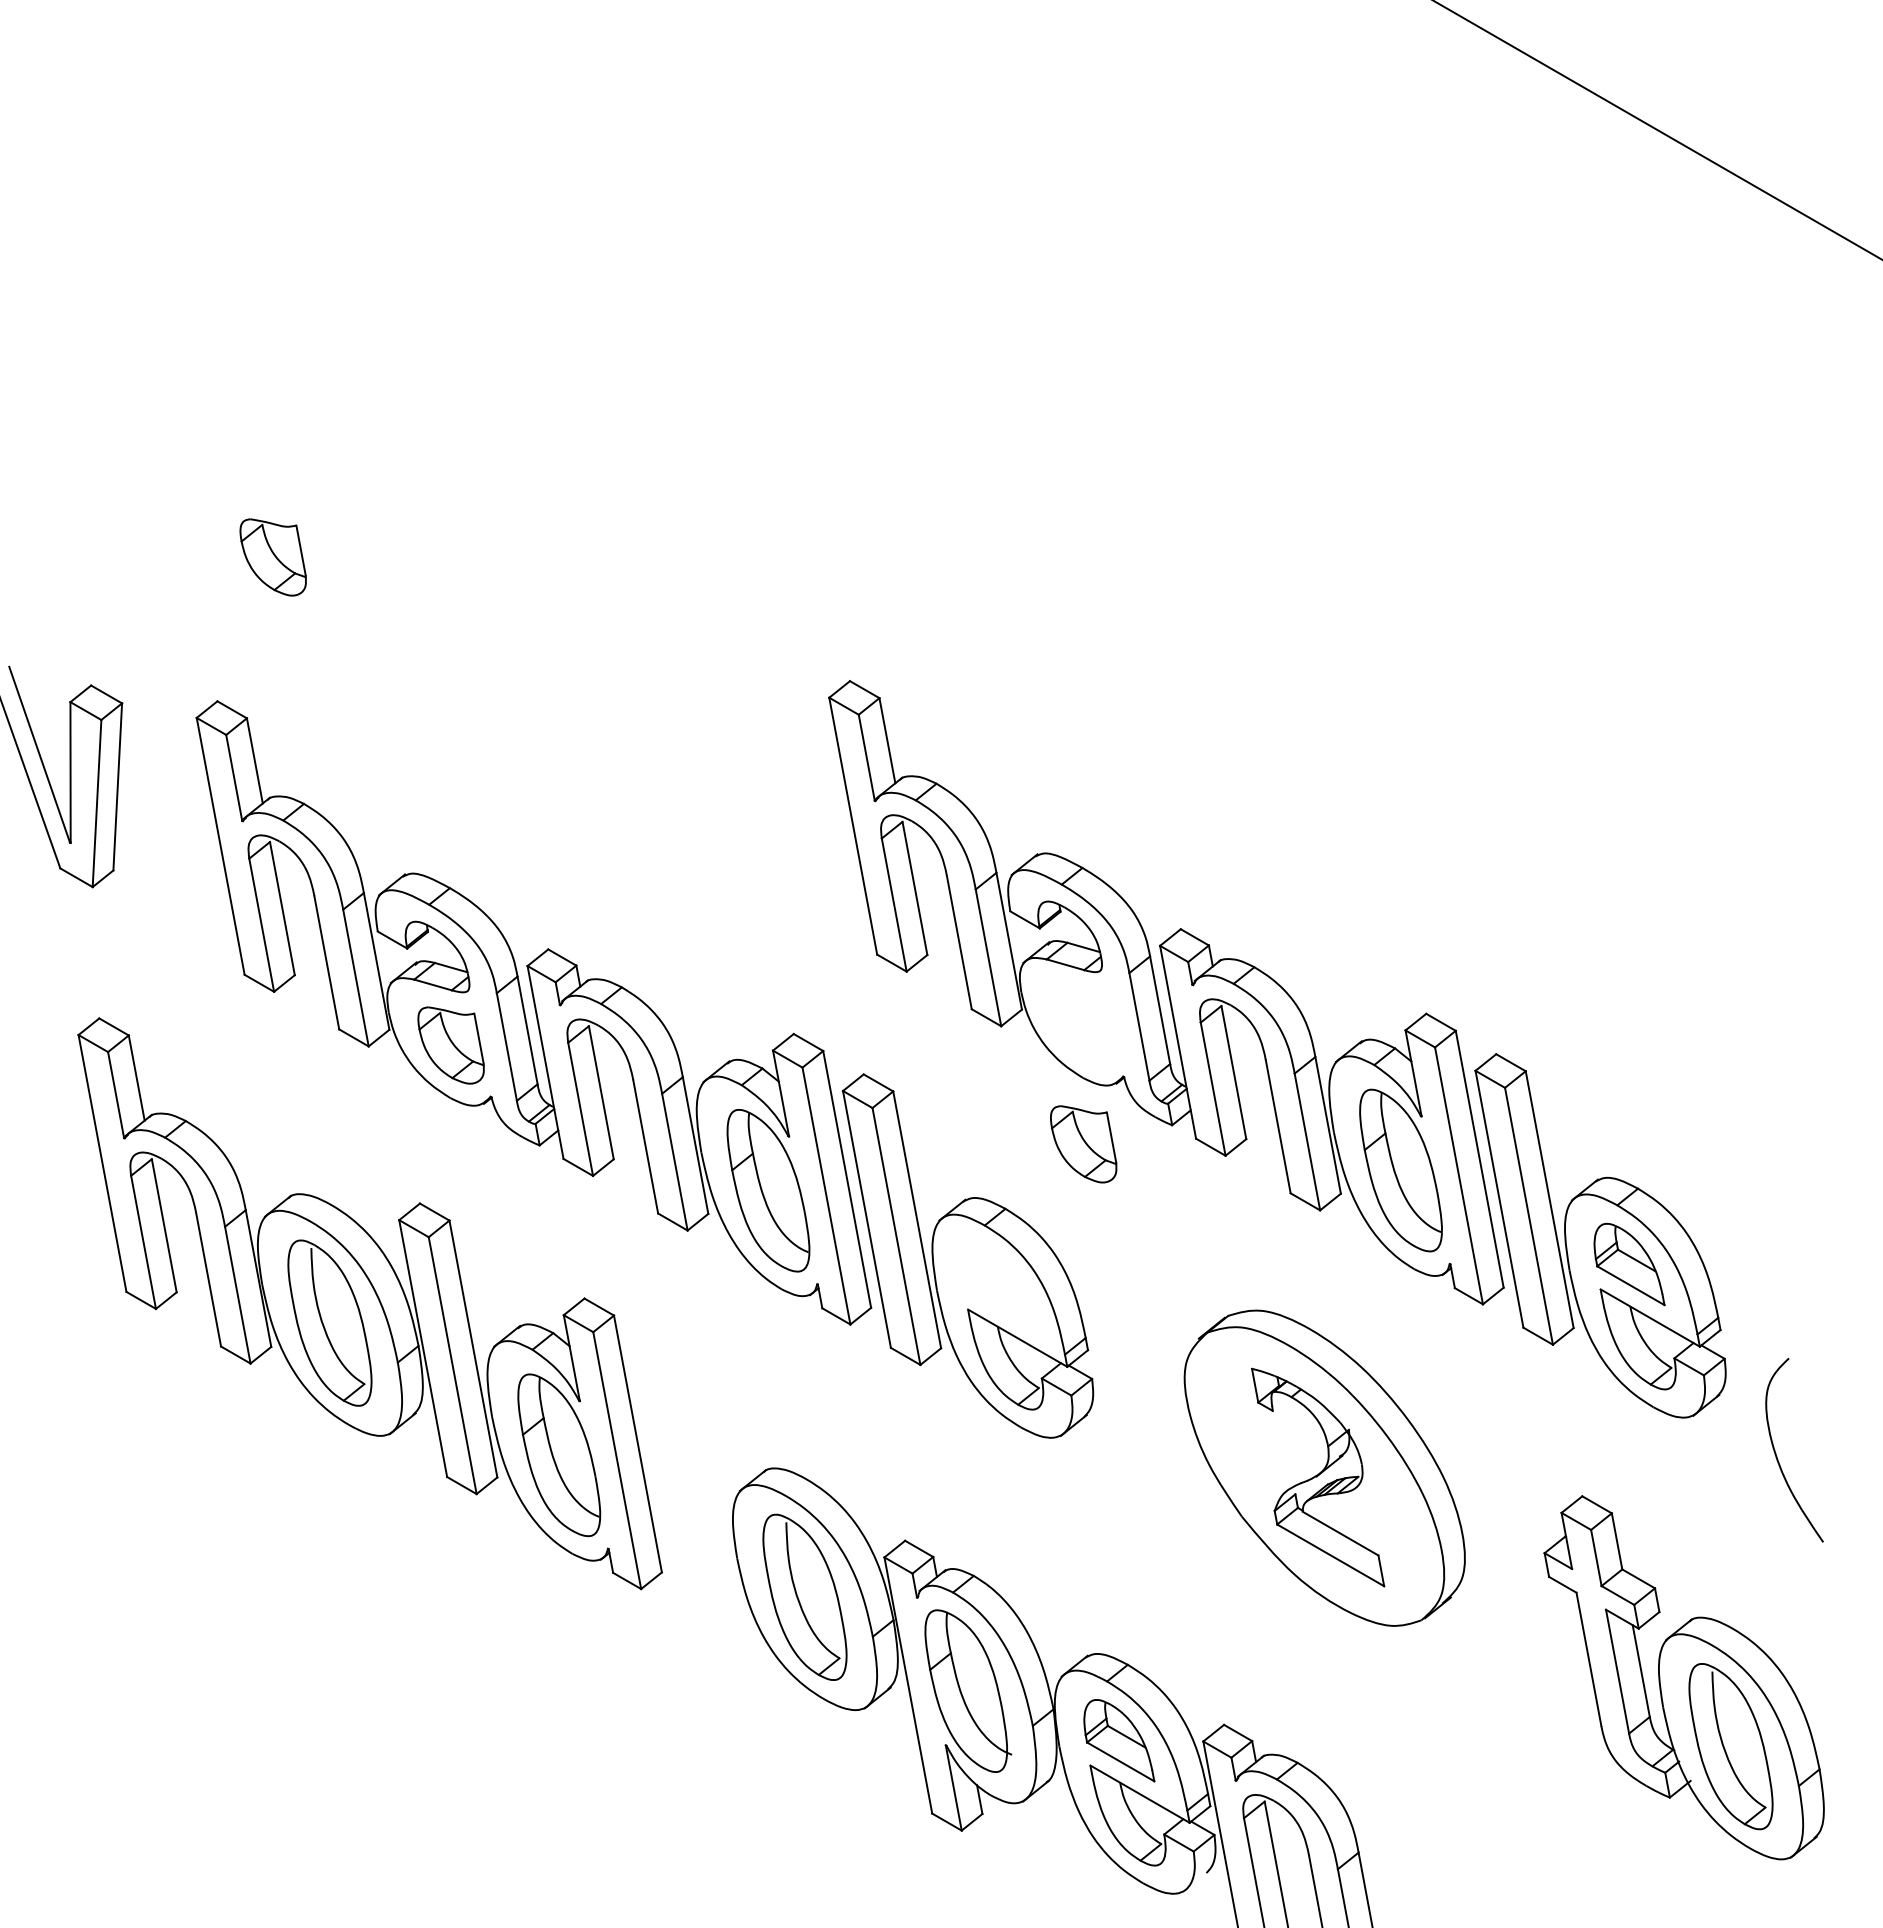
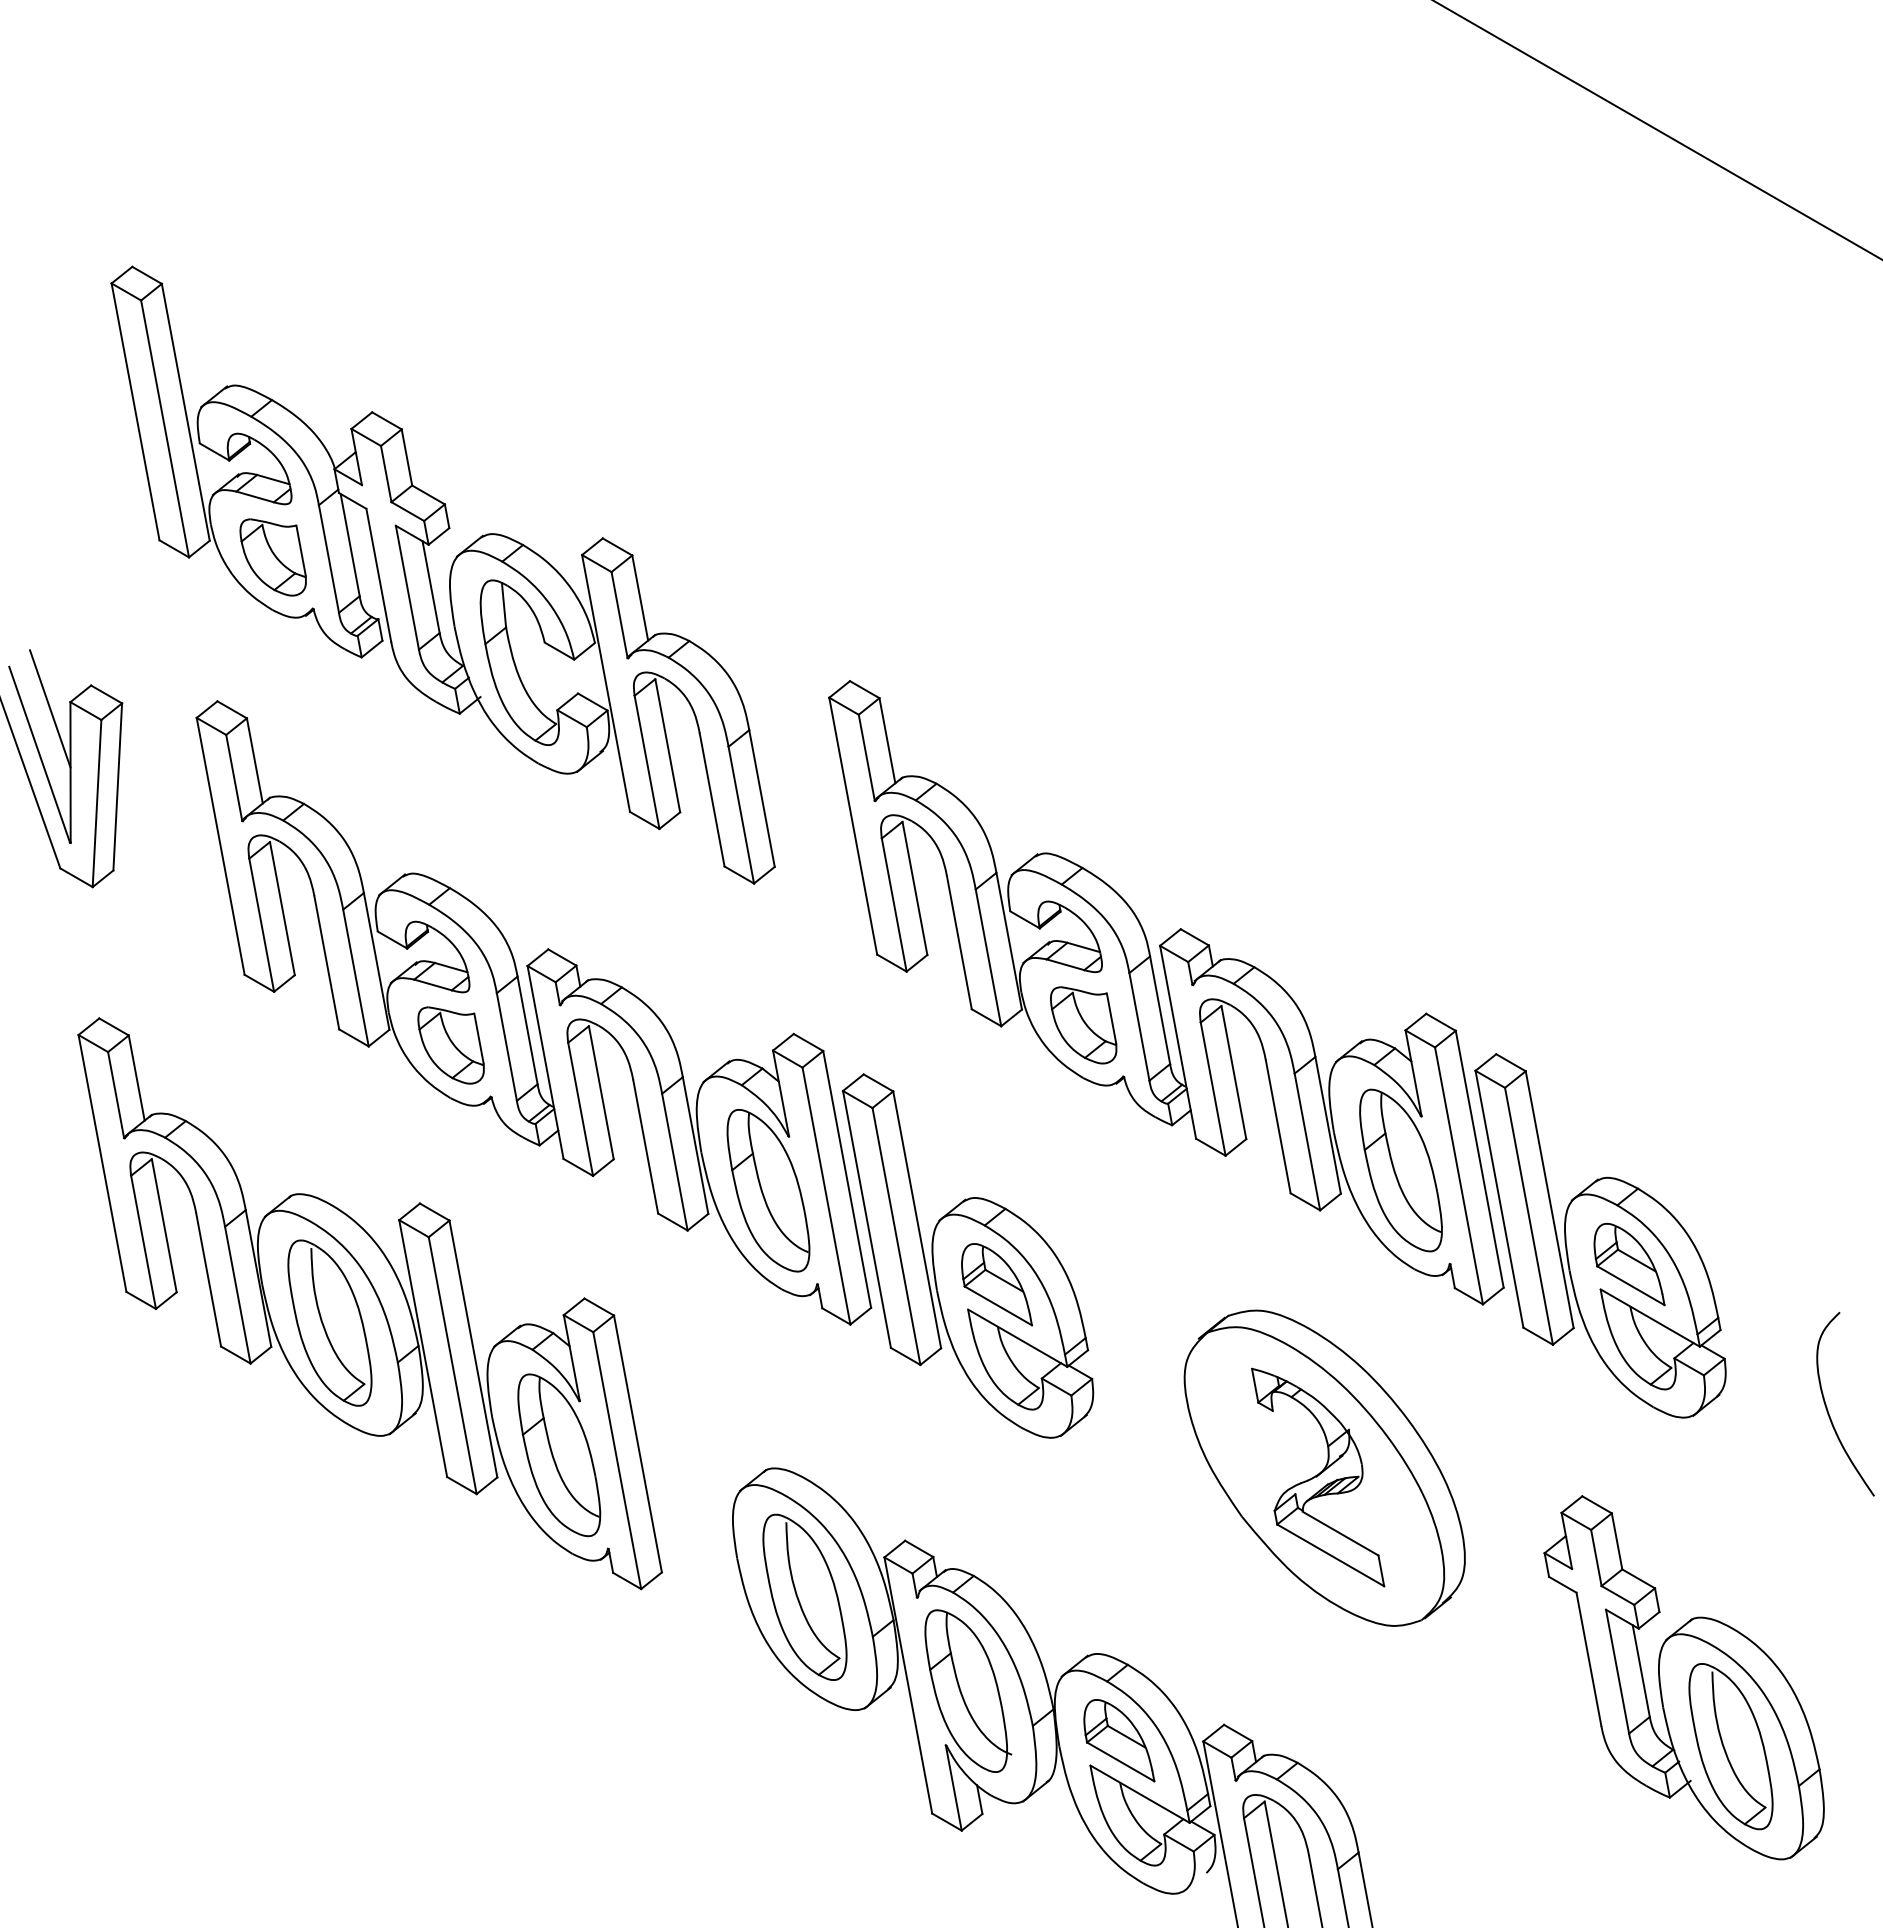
part at (449, 574): none -> present
line at (49, 708): none -> present
part at (1083, 1144) position: (1083, 1144) -> (1083, 1025)
part at (996, 1284): none -> present
curve at (1777, 1456) position: (1777, 1456) -> (1828, 1410)
